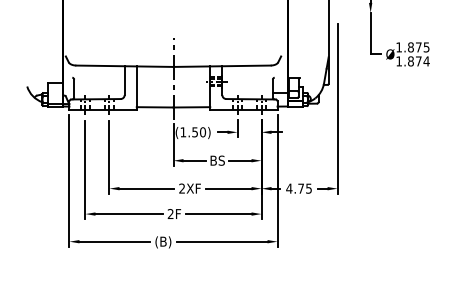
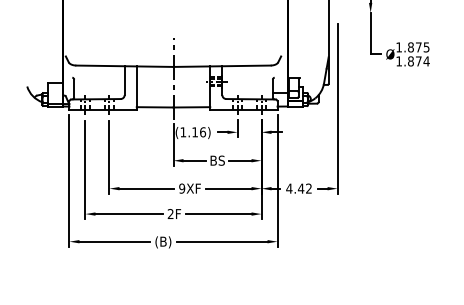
text at (199, 132): (1.50) -> (1.16)
text at (182, 188): 2XF -> 9XF
text at (304, 188): 4.75 -> 4.42
